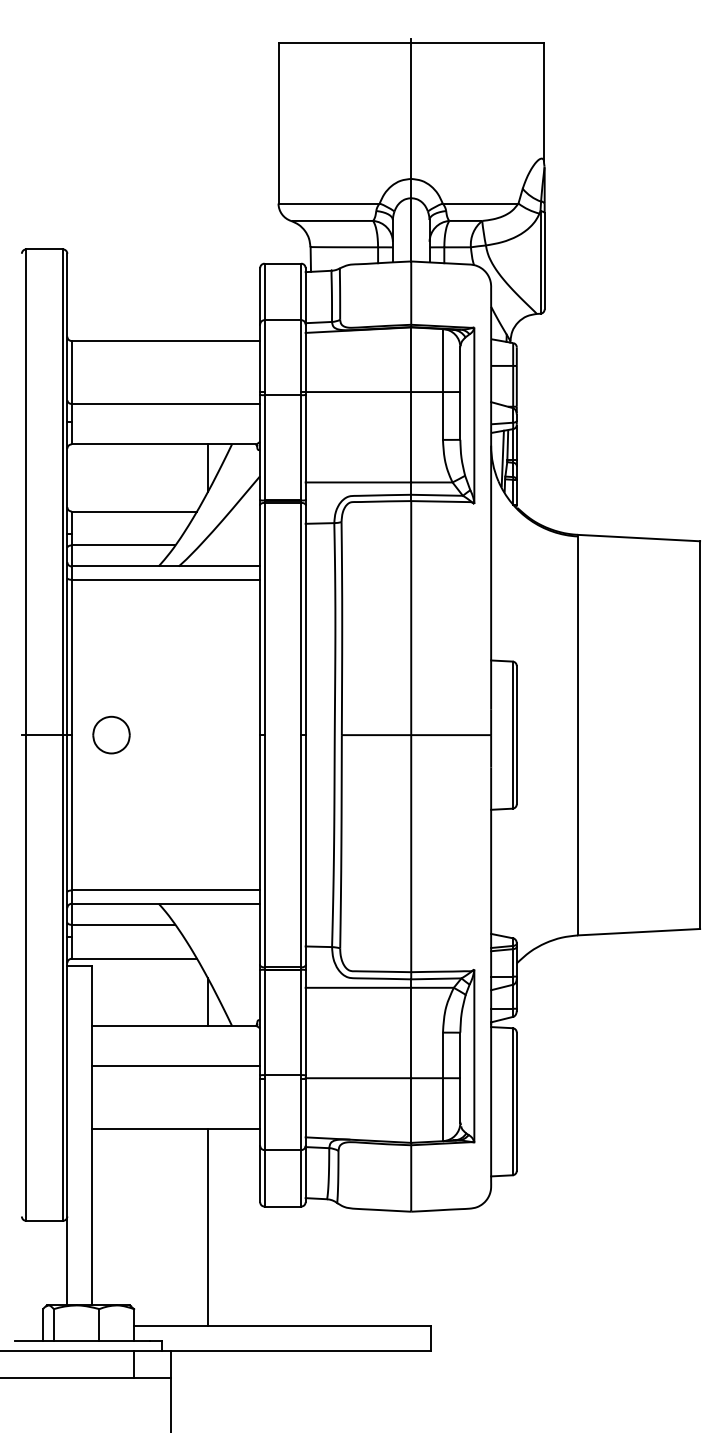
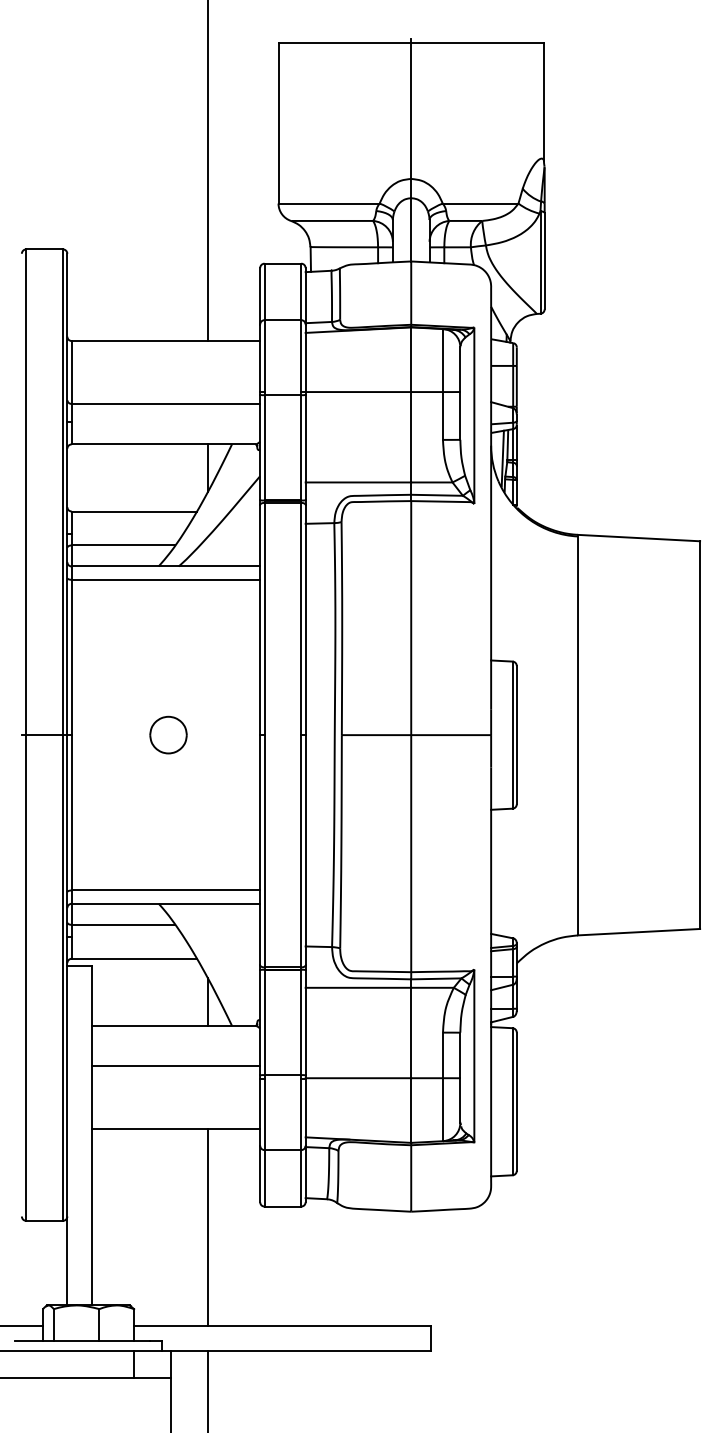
line at (207, 171): none -> present
part at (111, 734) position: (111, 734) -> (168, 734)
line at (22, 1325): none -> present
line at (207, 1389): none -> present
